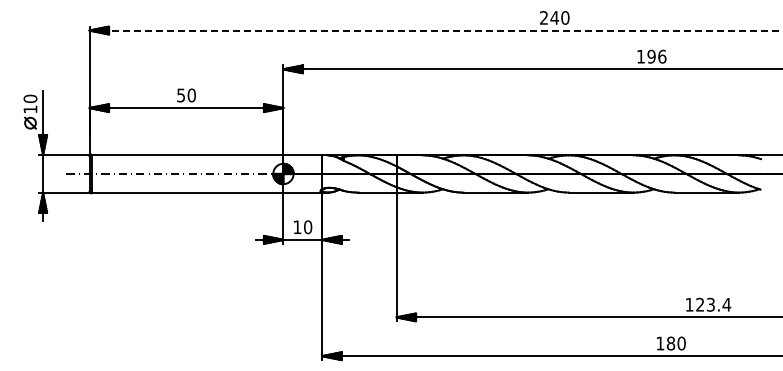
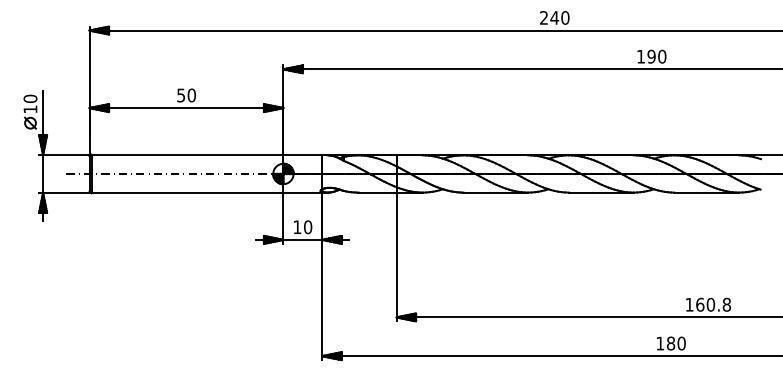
line at (436, 30): dashed -> solid
text at (662, 56): 196 -> 190
text at (713, 304): 123.4 -> 160.8
